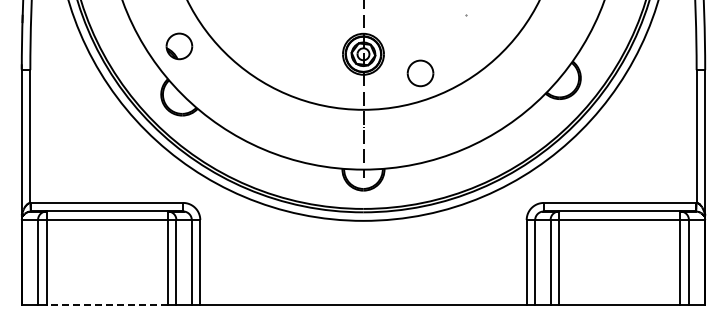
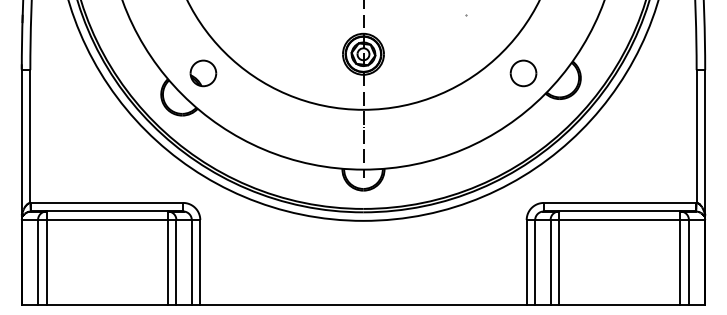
part at (179, 46) position: (179, 46) -> (203, 73)
part at (420, 73) position: (420, 73) -> (523, 73)
line at (107, 305): dashed -> solid
